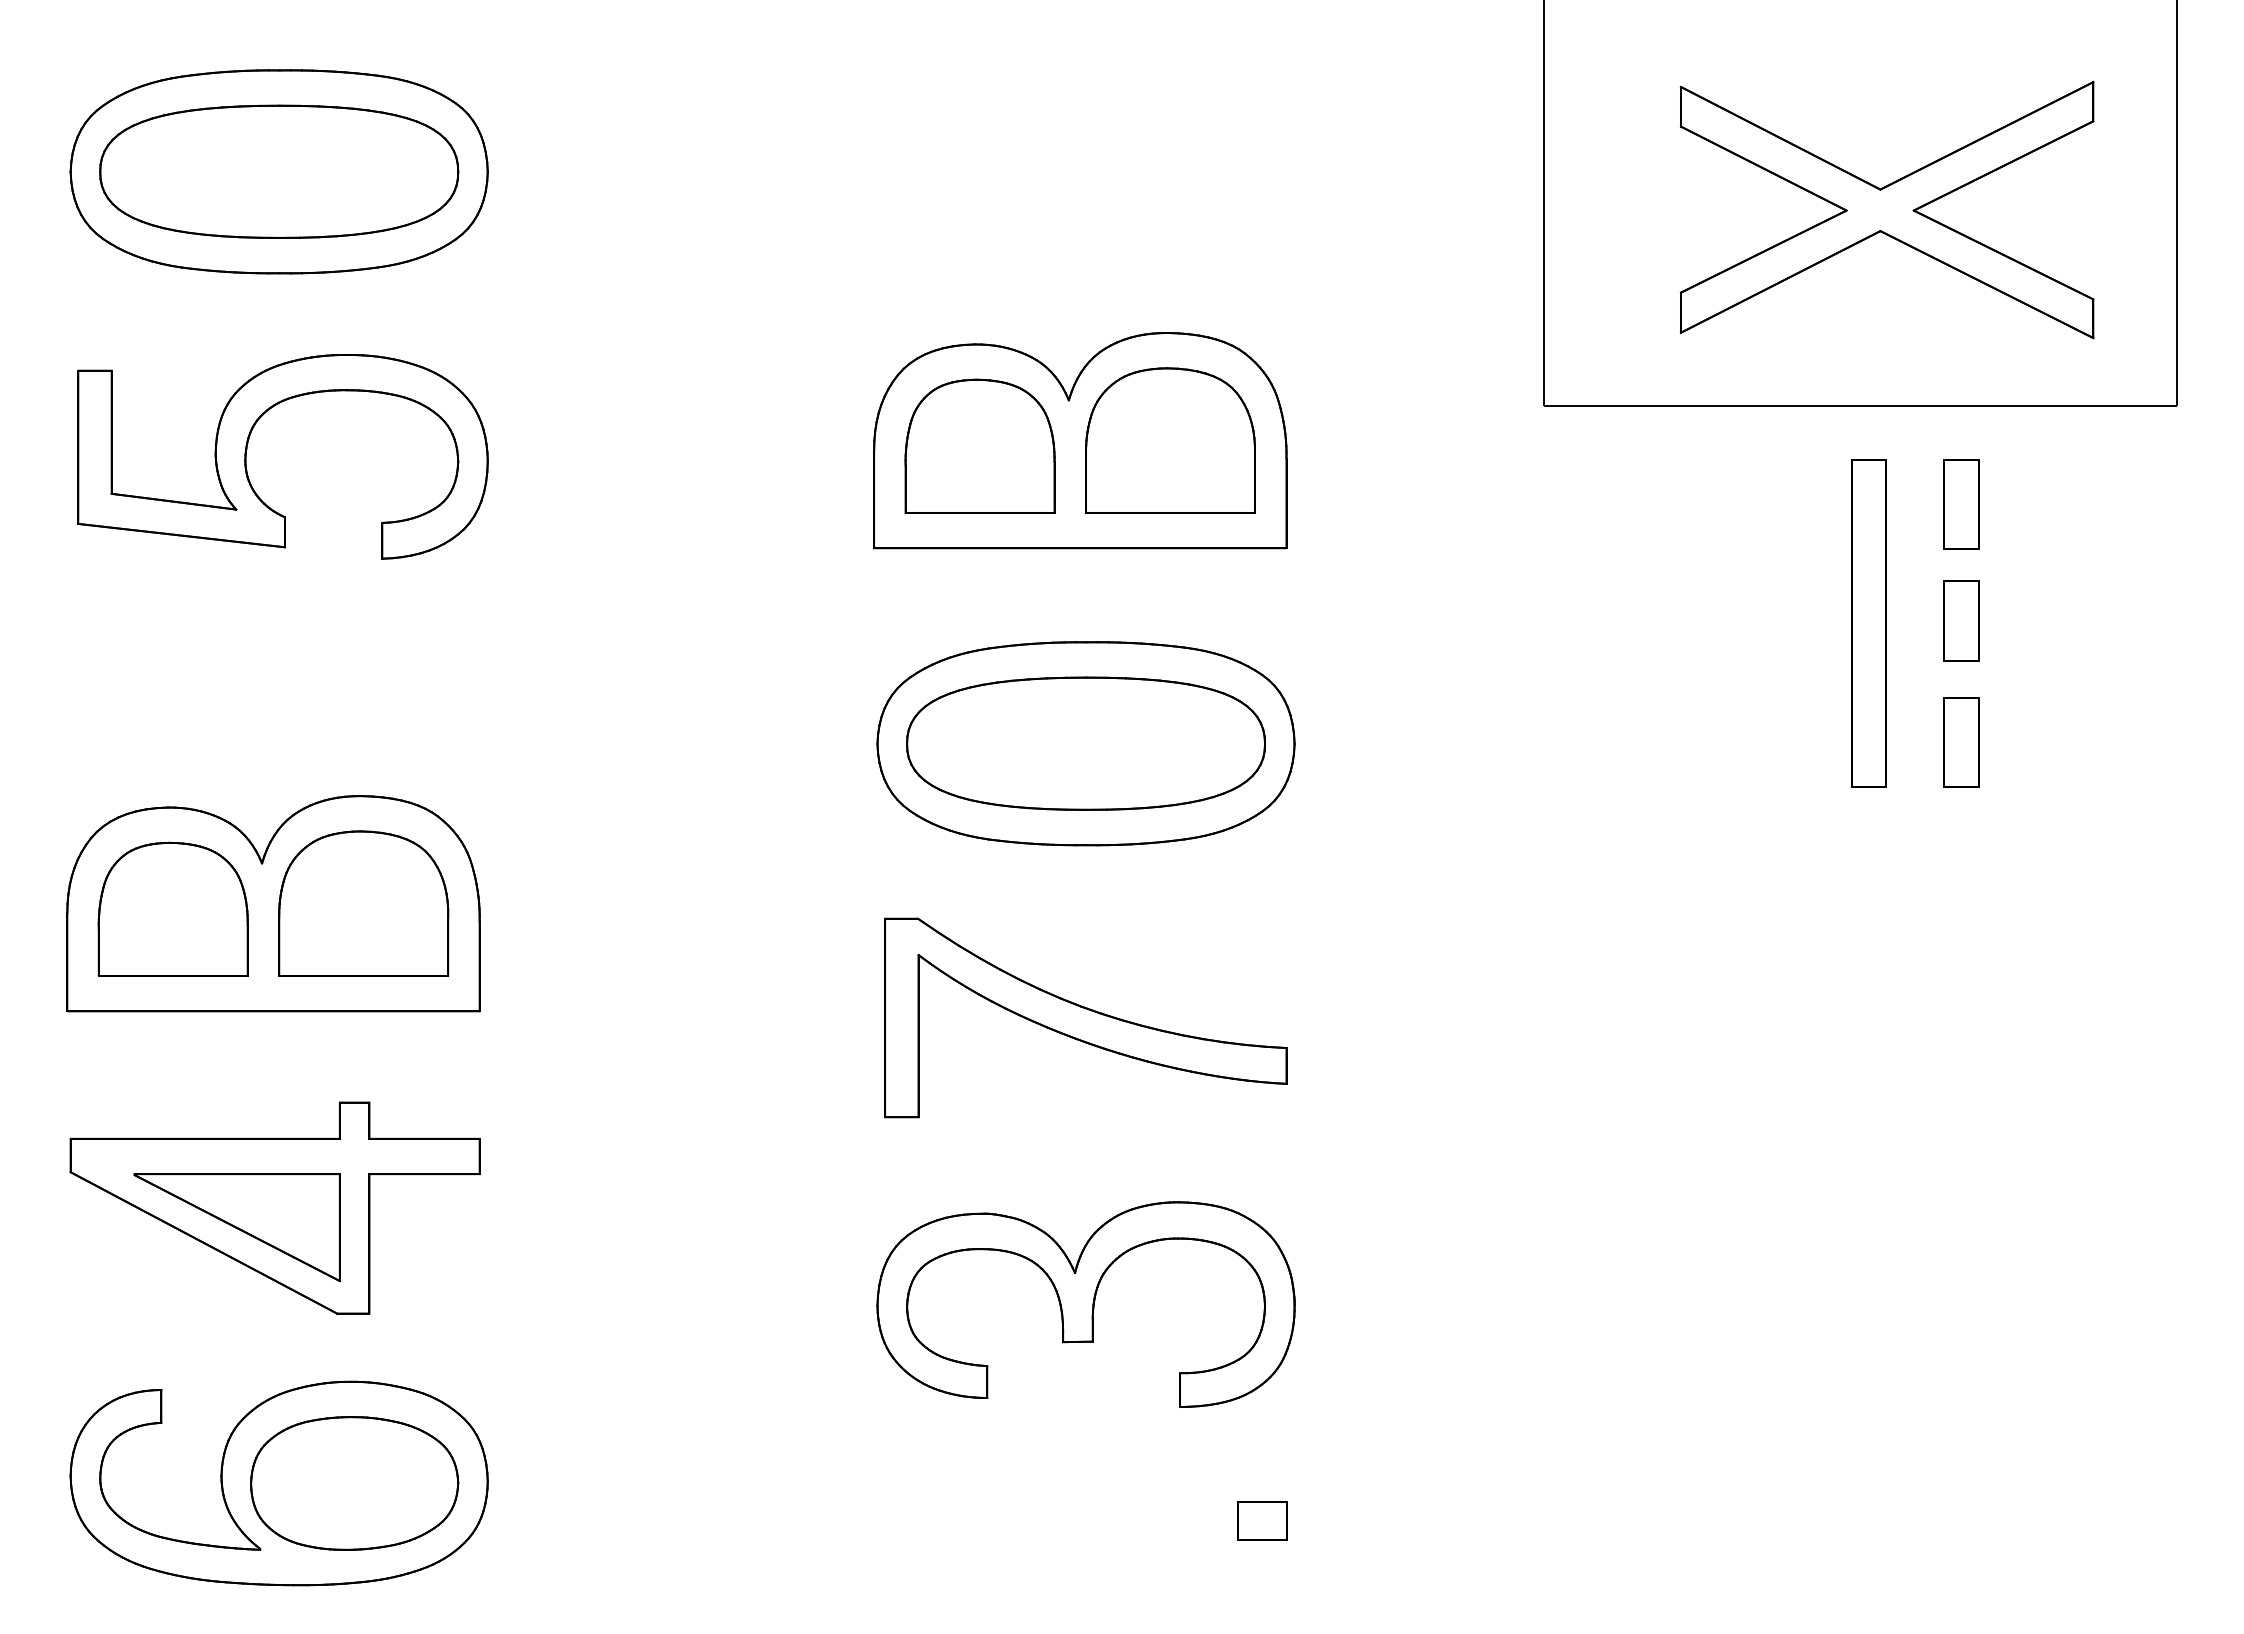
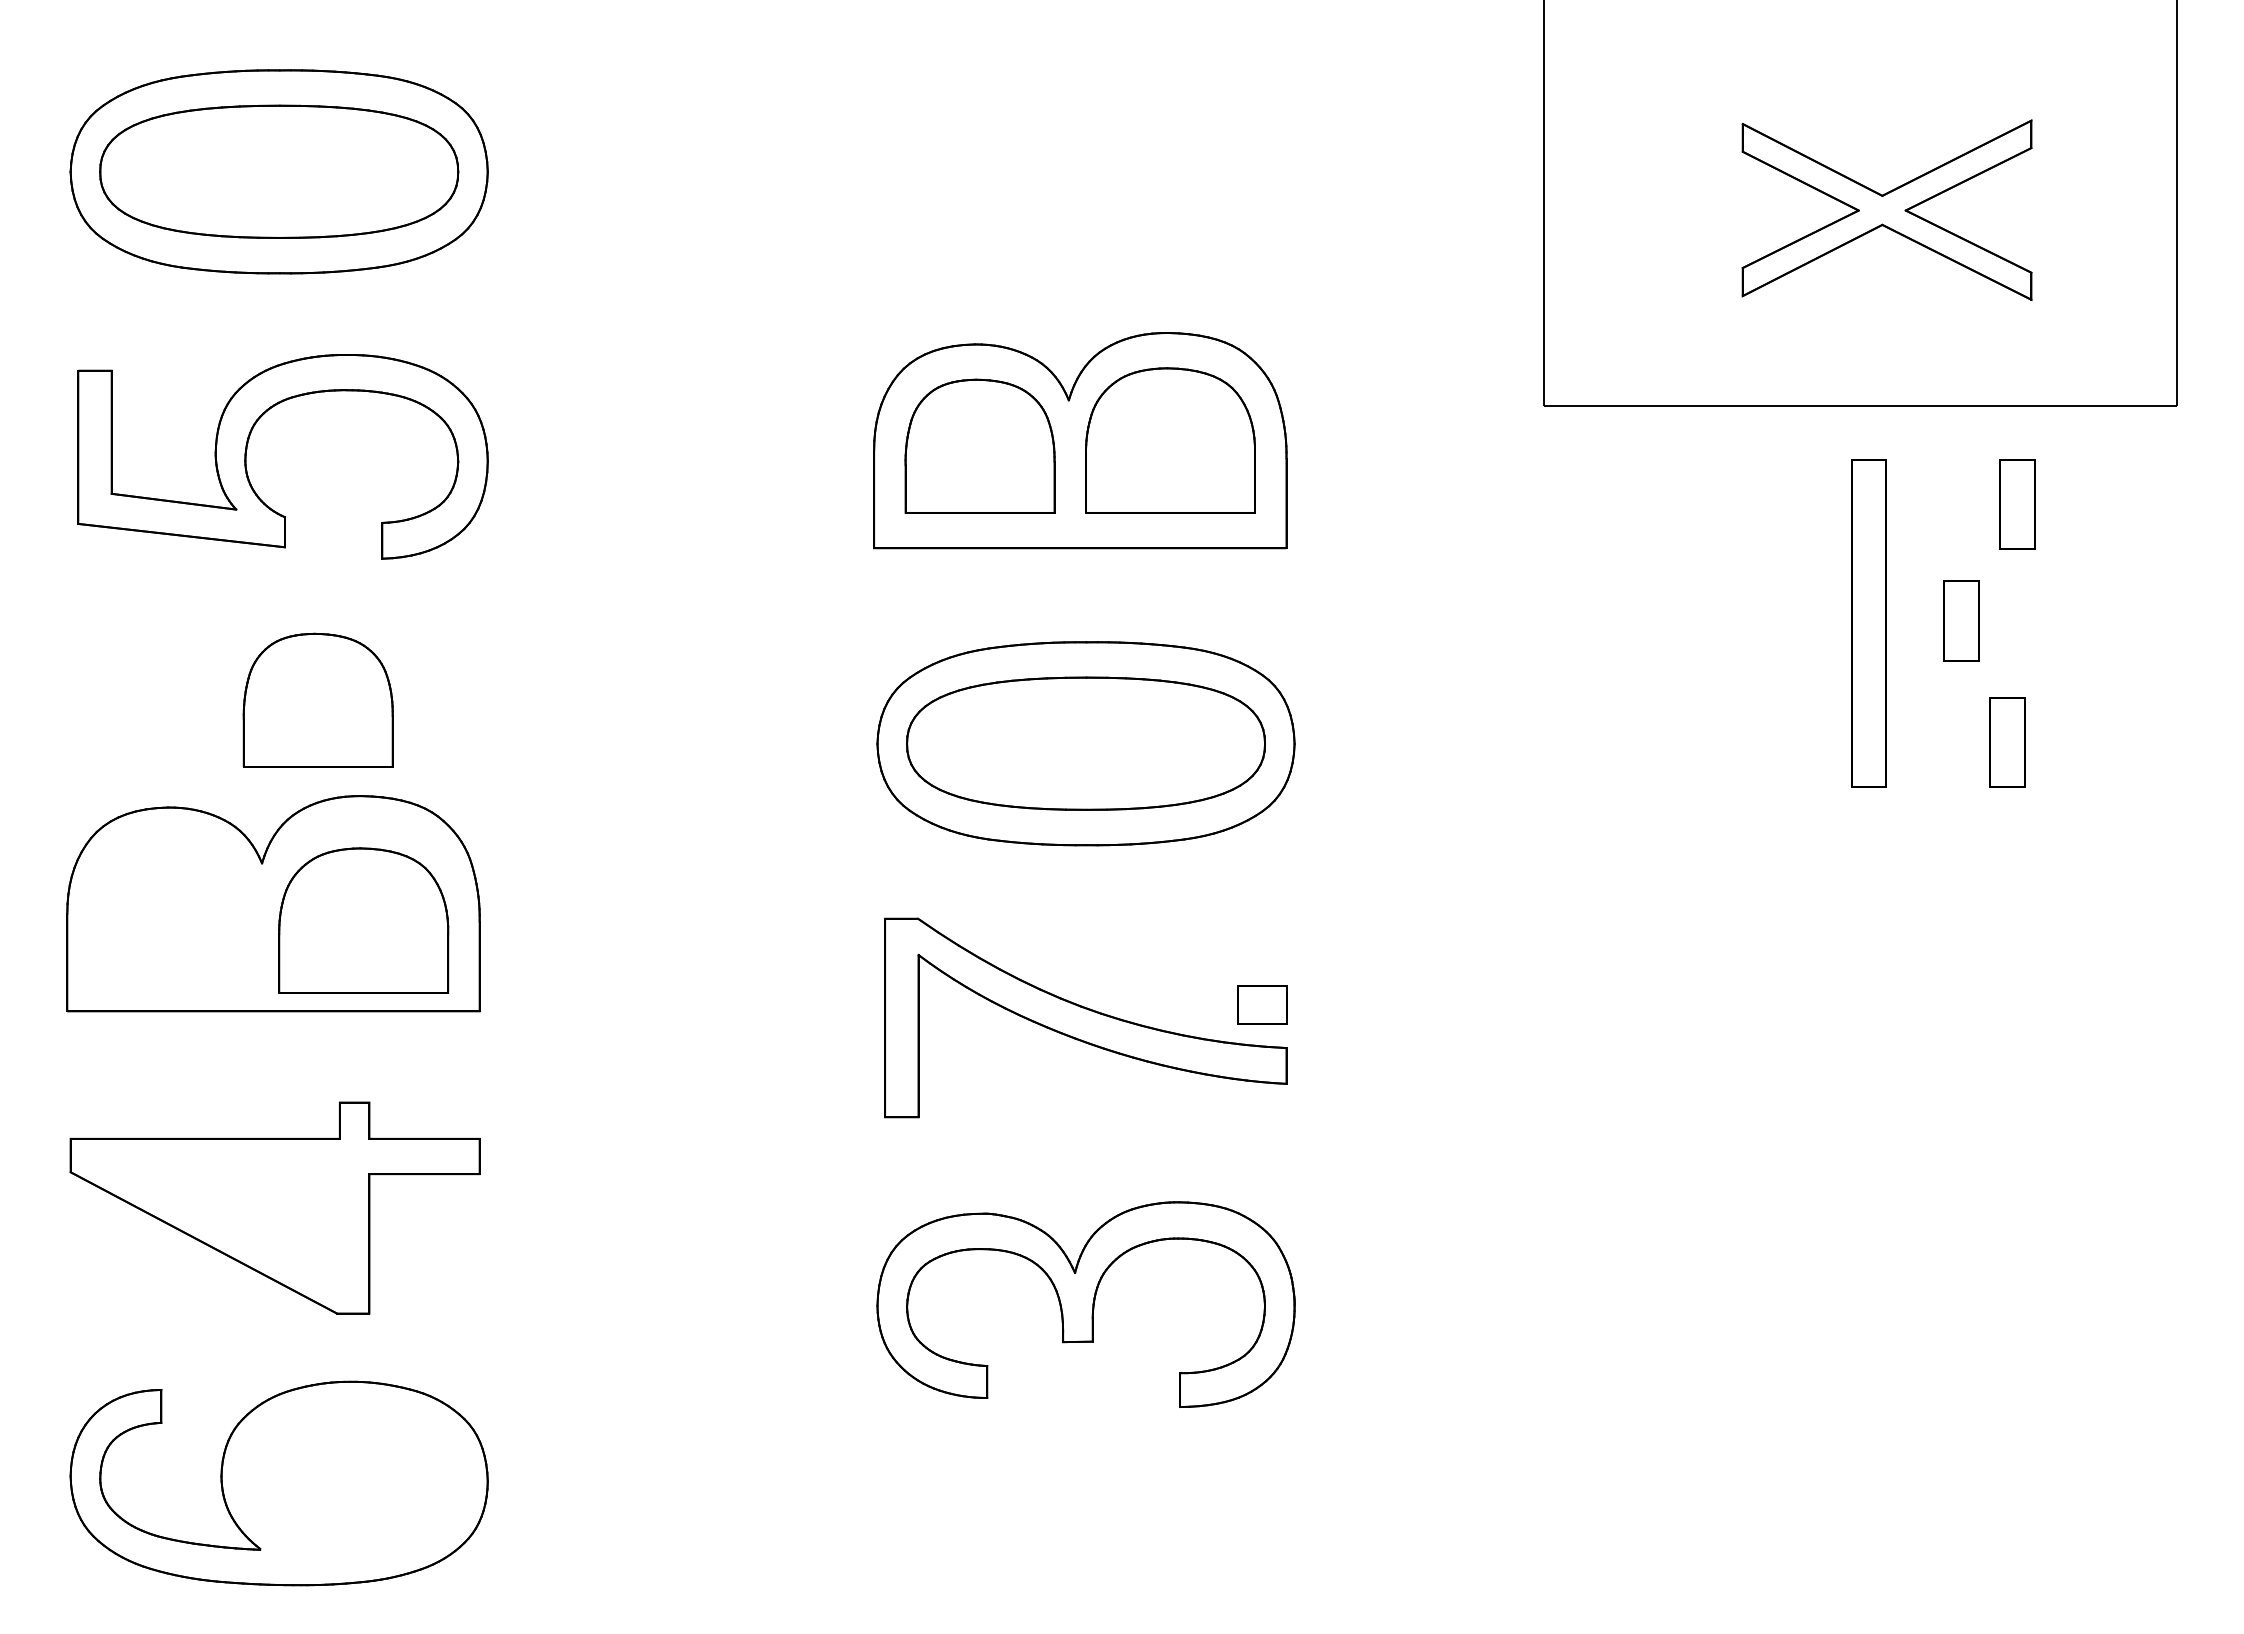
part at (1886, 210) size: 416x259 px -> 292x182 px
part at (1961, 504) position: (1961, 504) -> (2017, 504)
part at (1961, 742) position: (1961, 742) -> (2007, 742)
part at (363, 903) position: (363, 903) -> (363, 920)
part at (172, 908) position: (172, 908) -> (317, 699)
part at (236, 1227): present -> none
part at (354, 1483): present -> none
part at (1262, 1520) position: (1262, 1520) -> (1262, 1004)
